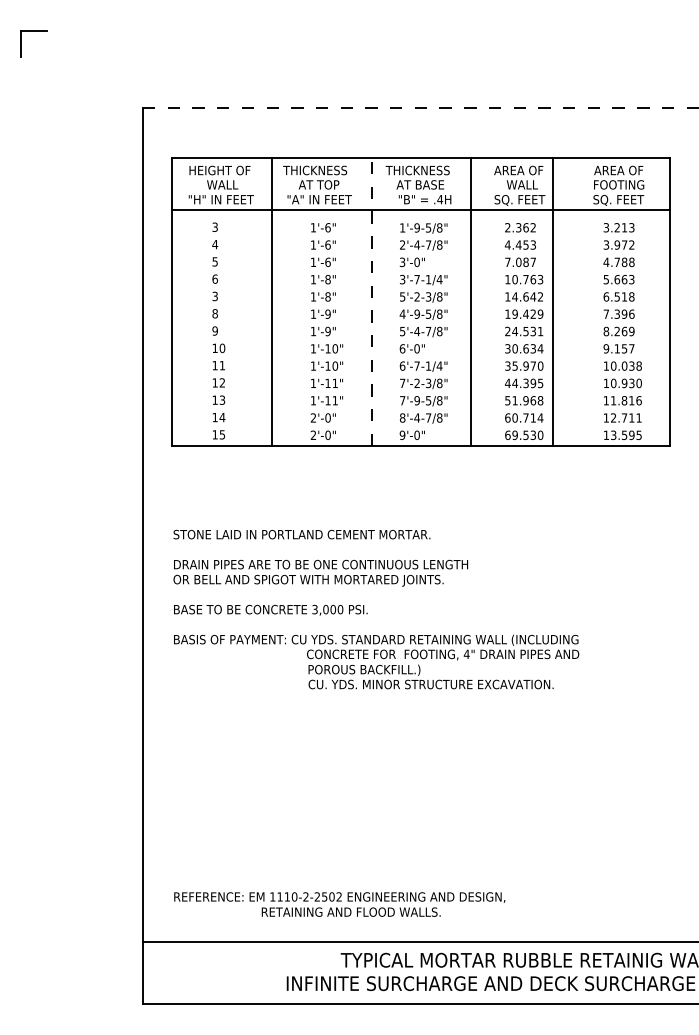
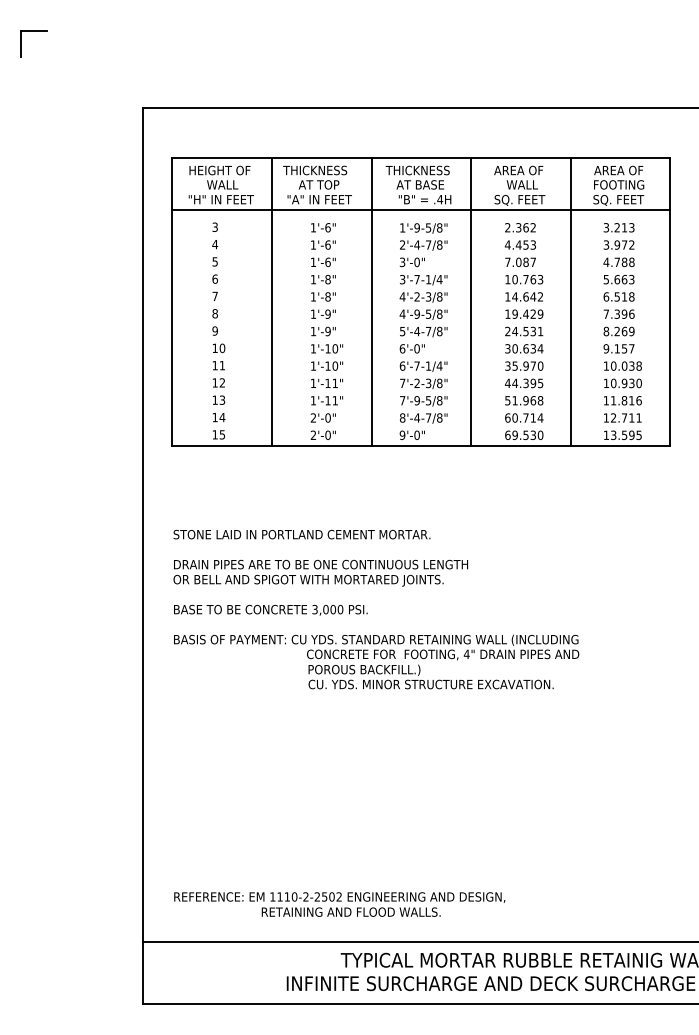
line at (420, 108): dashed -> solid
text at (214, 296): 3 -> 7
text at (402, 296): 5'-2-3/8" -> 4'-2-3/8"
line at (371, 301): dashed -> solid
line at (552, 301) position: (552, 301) -> (570, 301)
